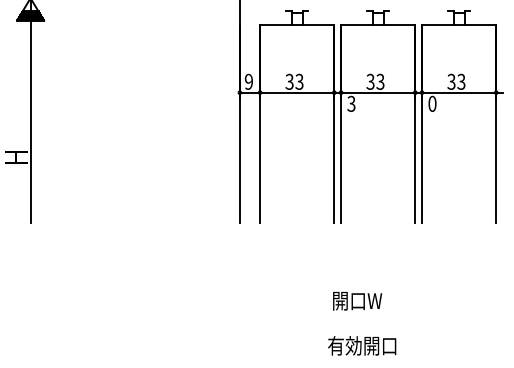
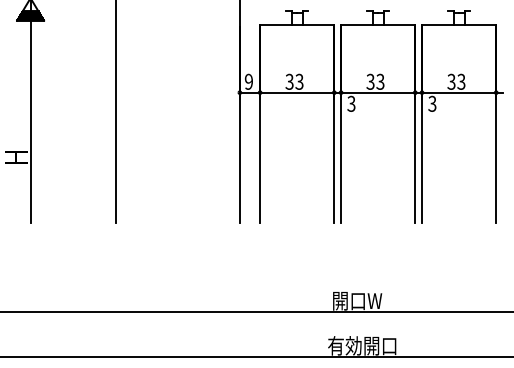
text at (432, 103): 0 -> 3
line at (116, 112): none -> present
line at (256, 311): none -> present
line at (256, 356): none -> present
